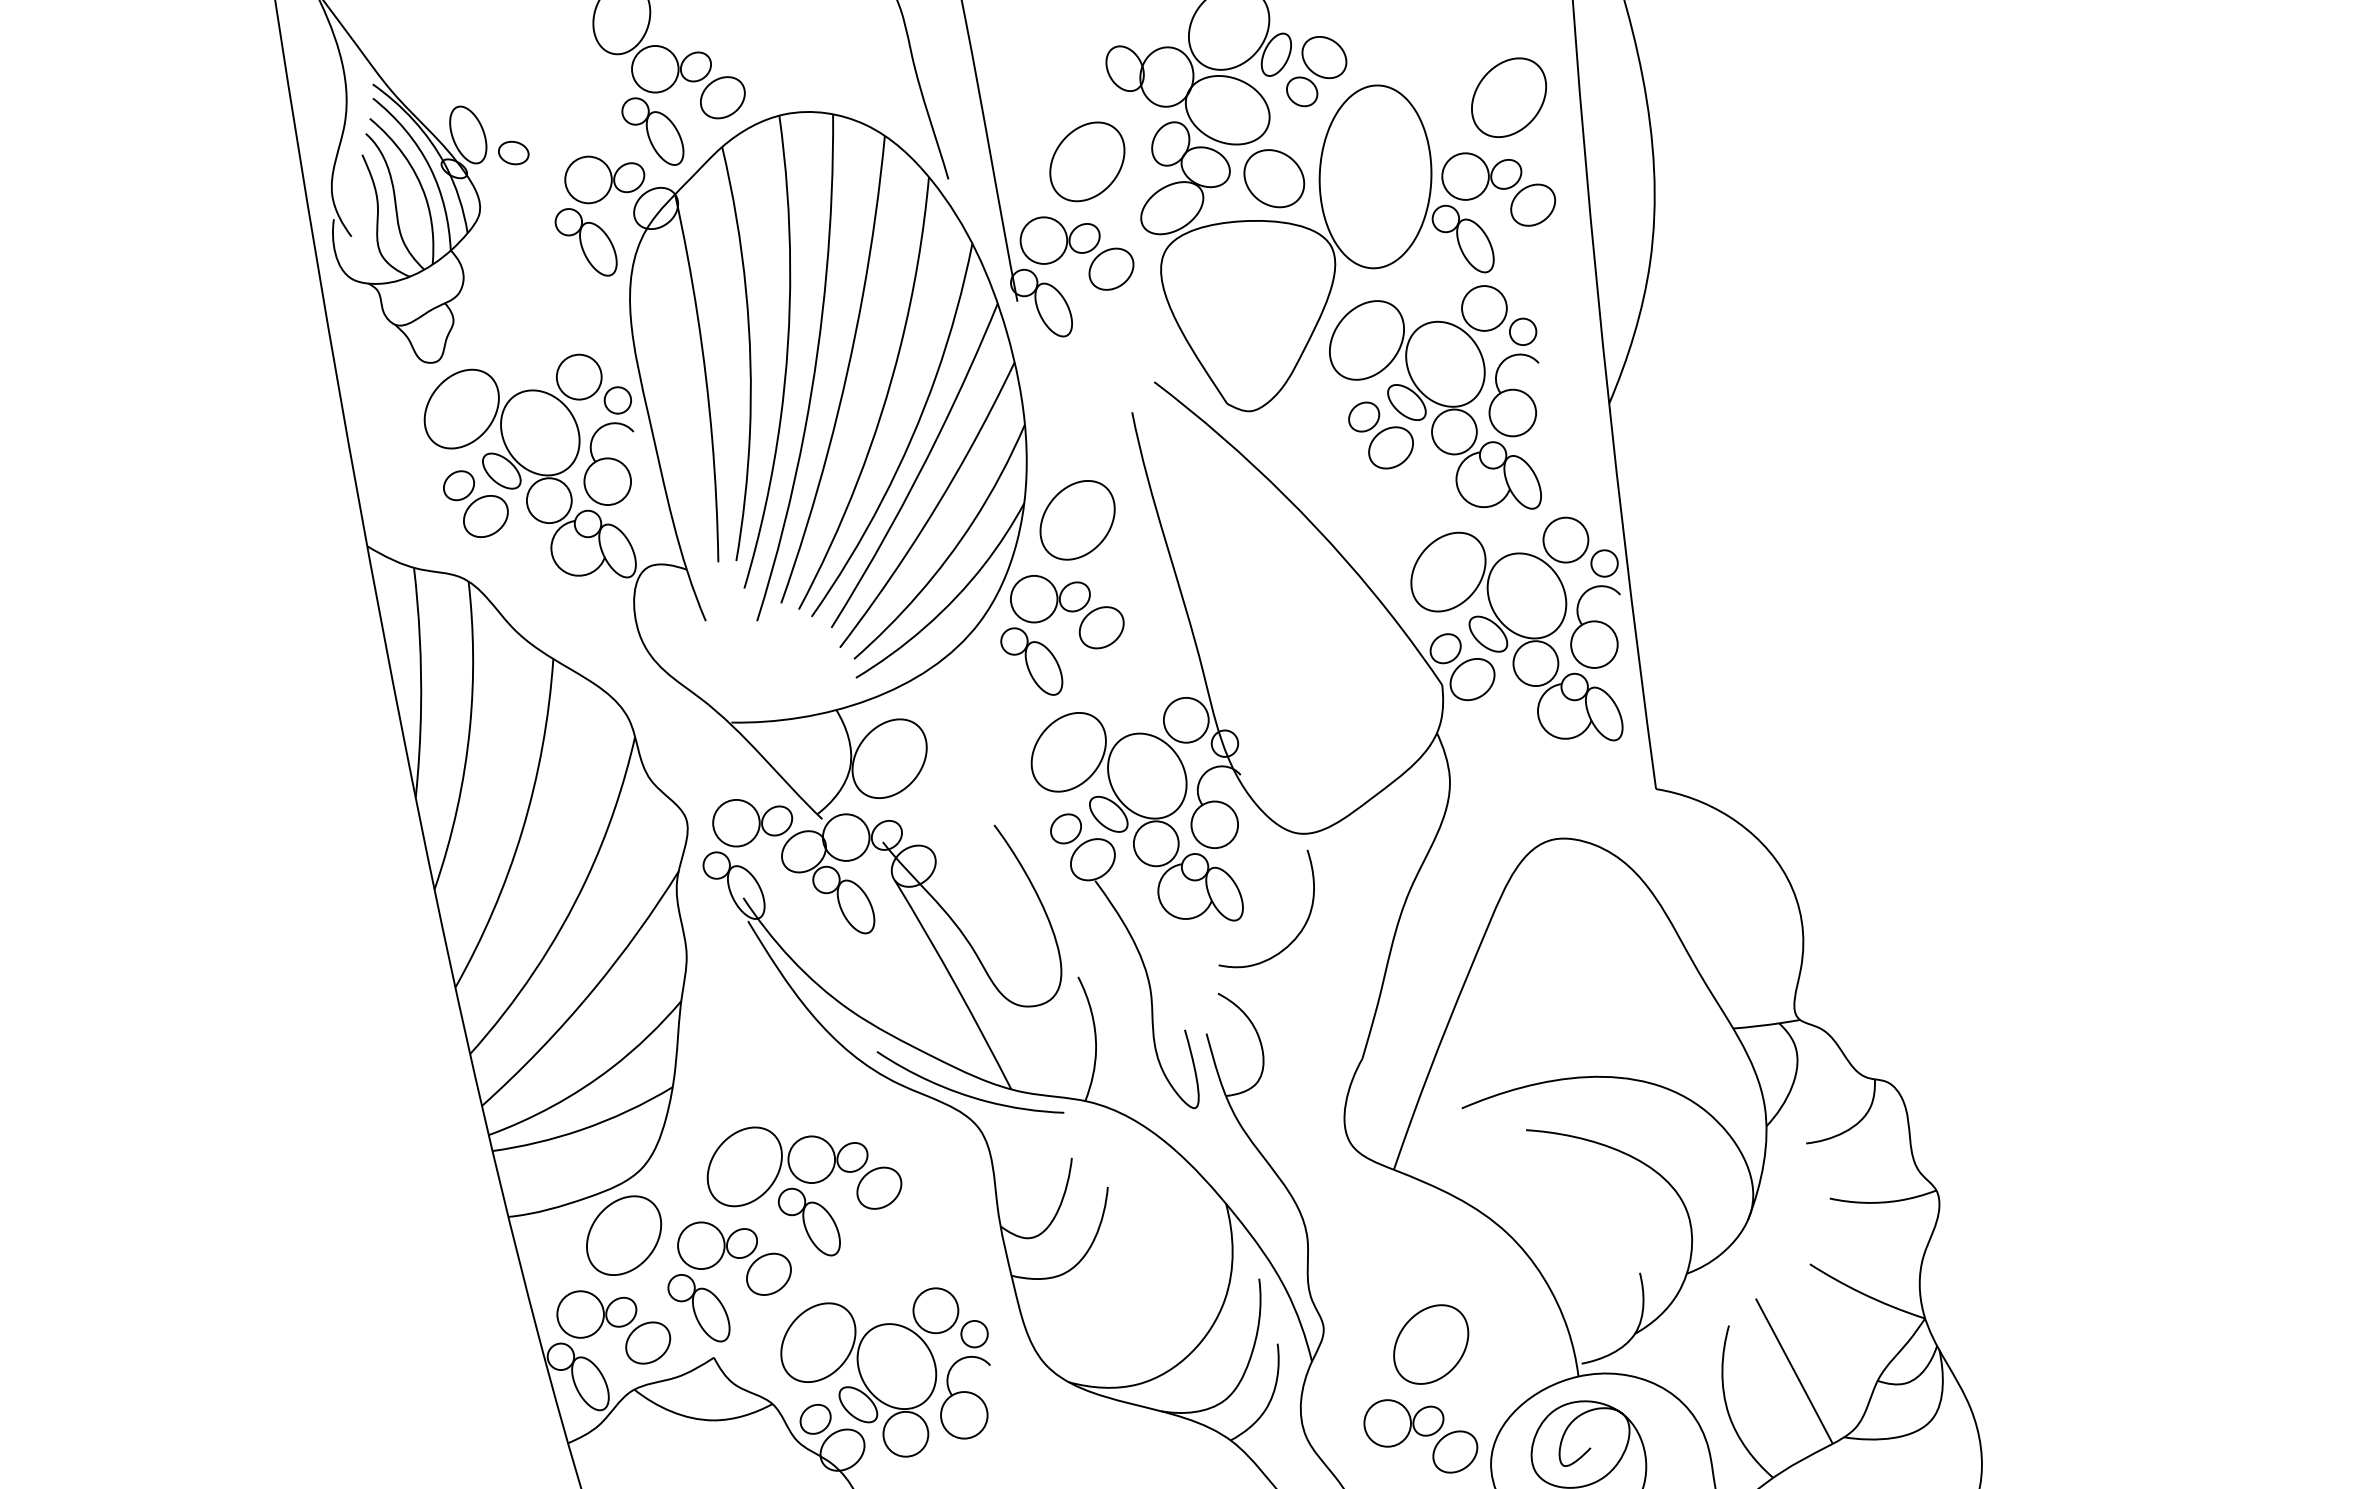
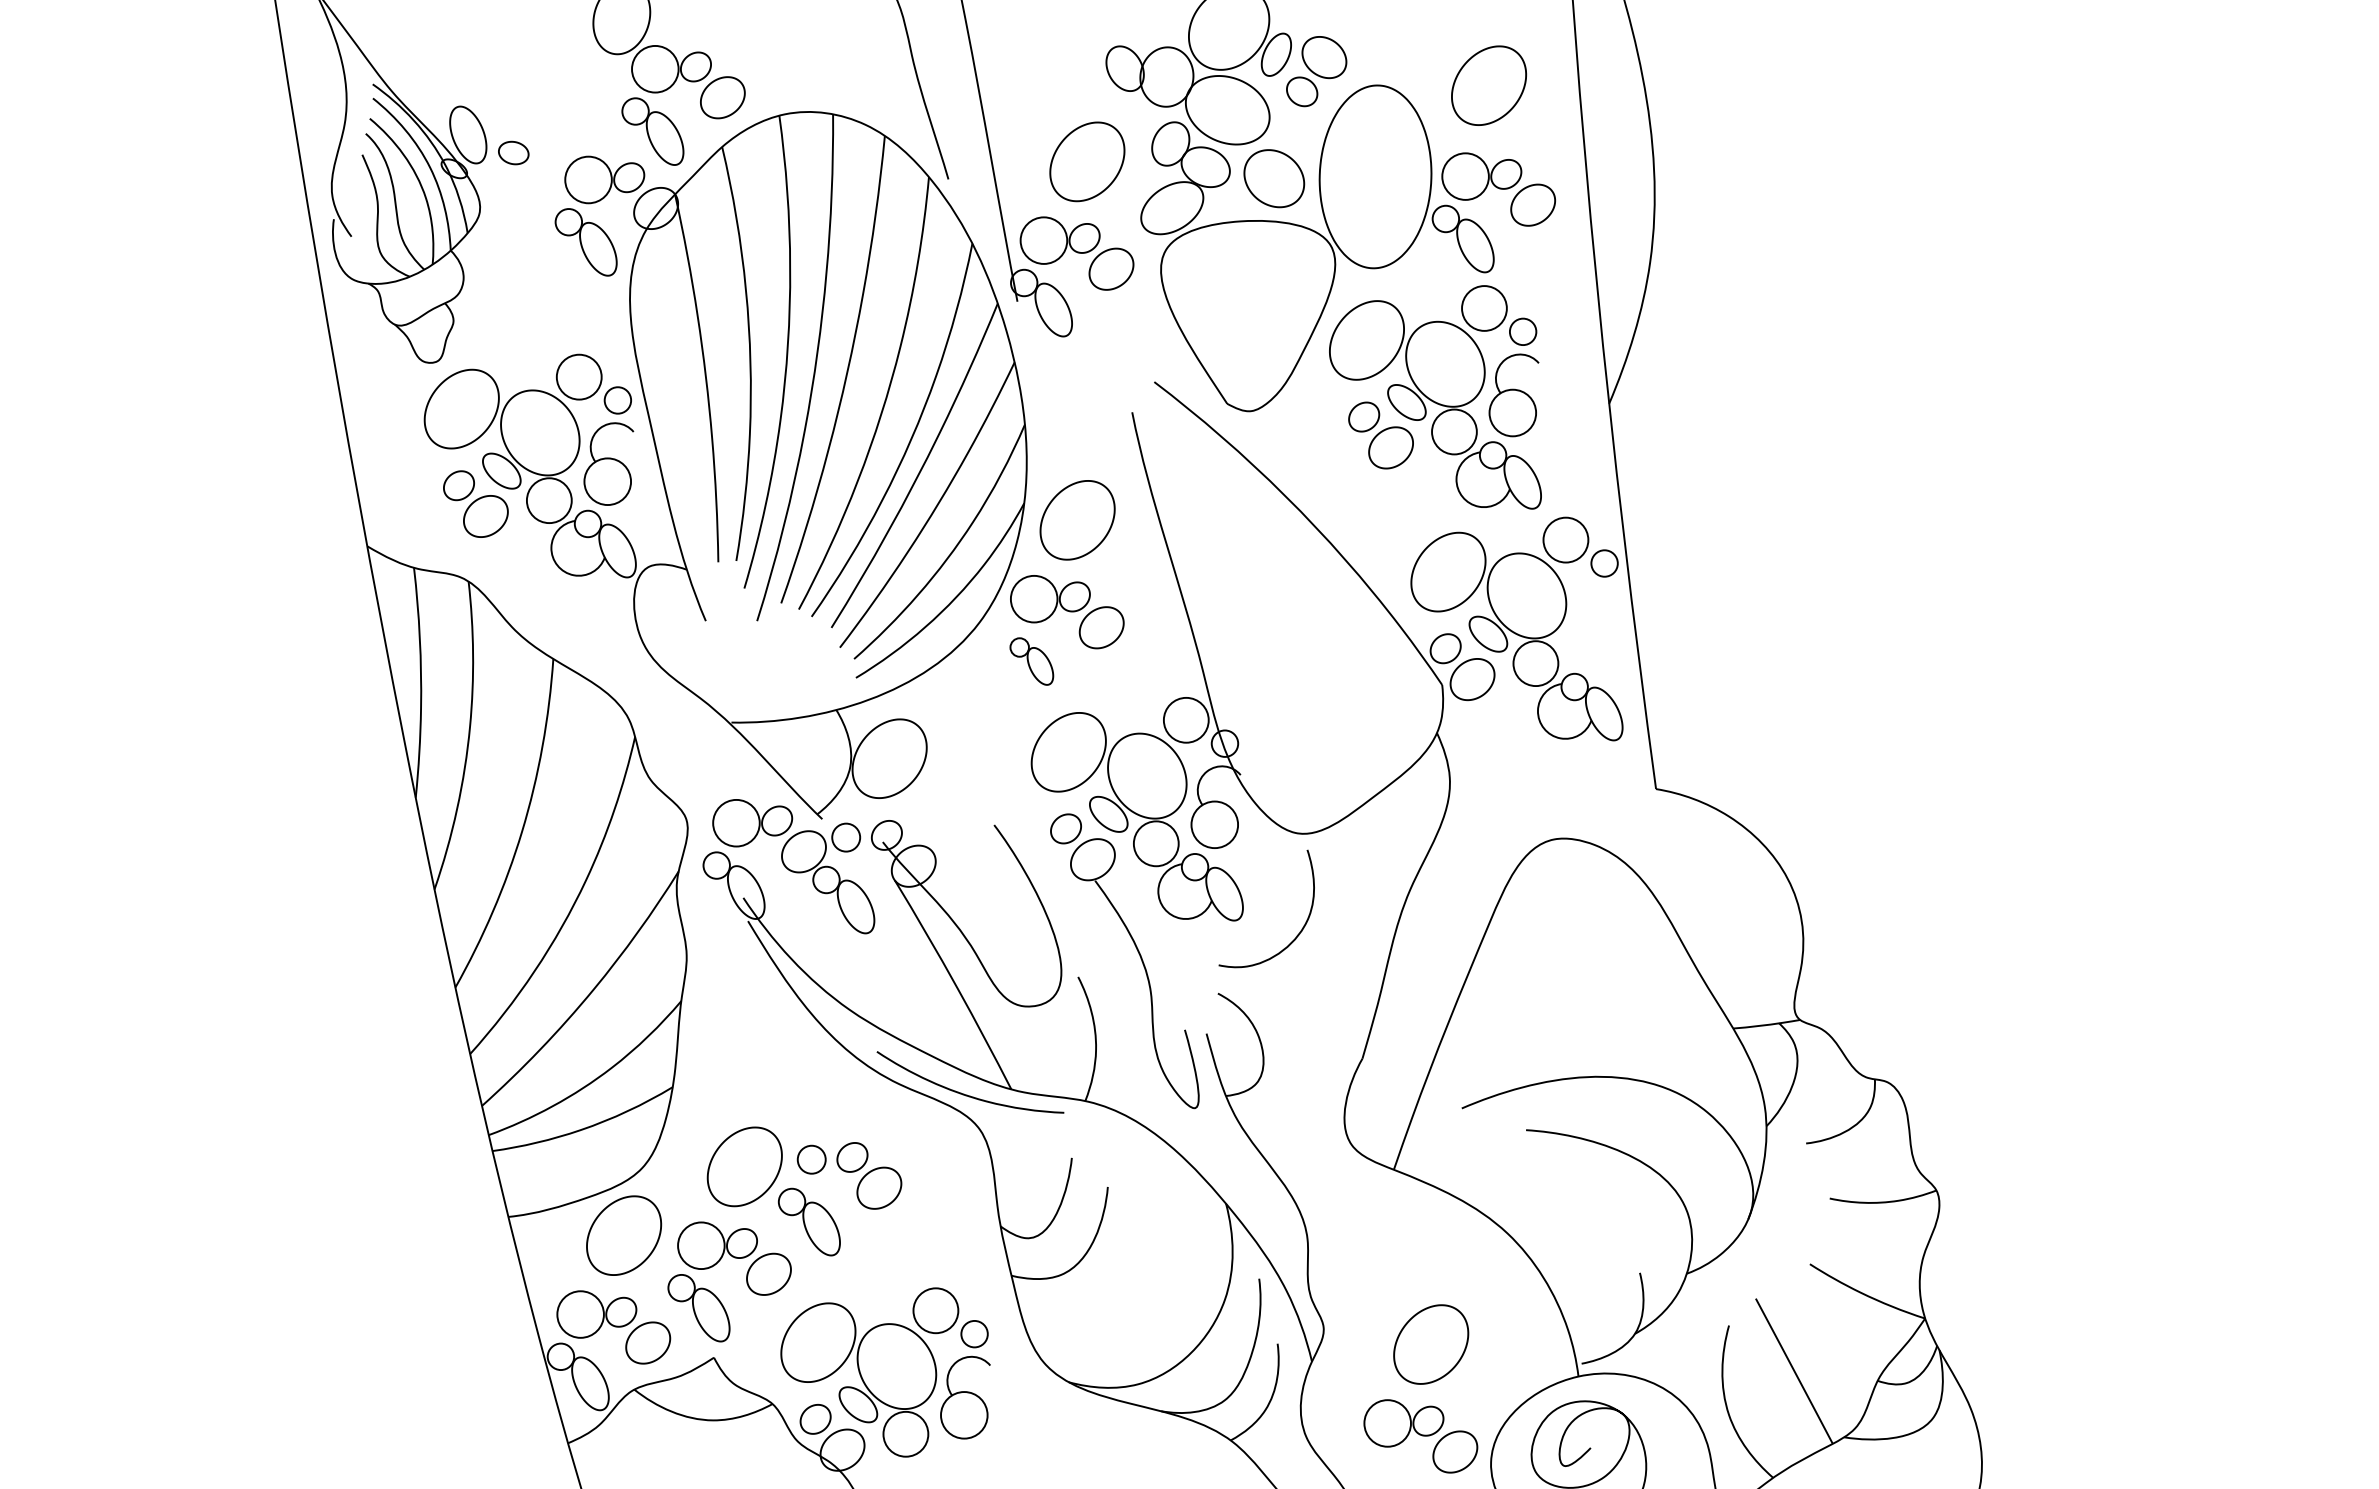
part at (1509, 97) position: (1509, 97) -> (1489, 85)
part at (1595, 626): present -> none
part at (1031, 661) size: 64x69 px -> 46x49 px
circle at (845, 837) diameter: 47 px -> 28 px
circle at (811, 1159) diameter: 47 px -> 28 px
